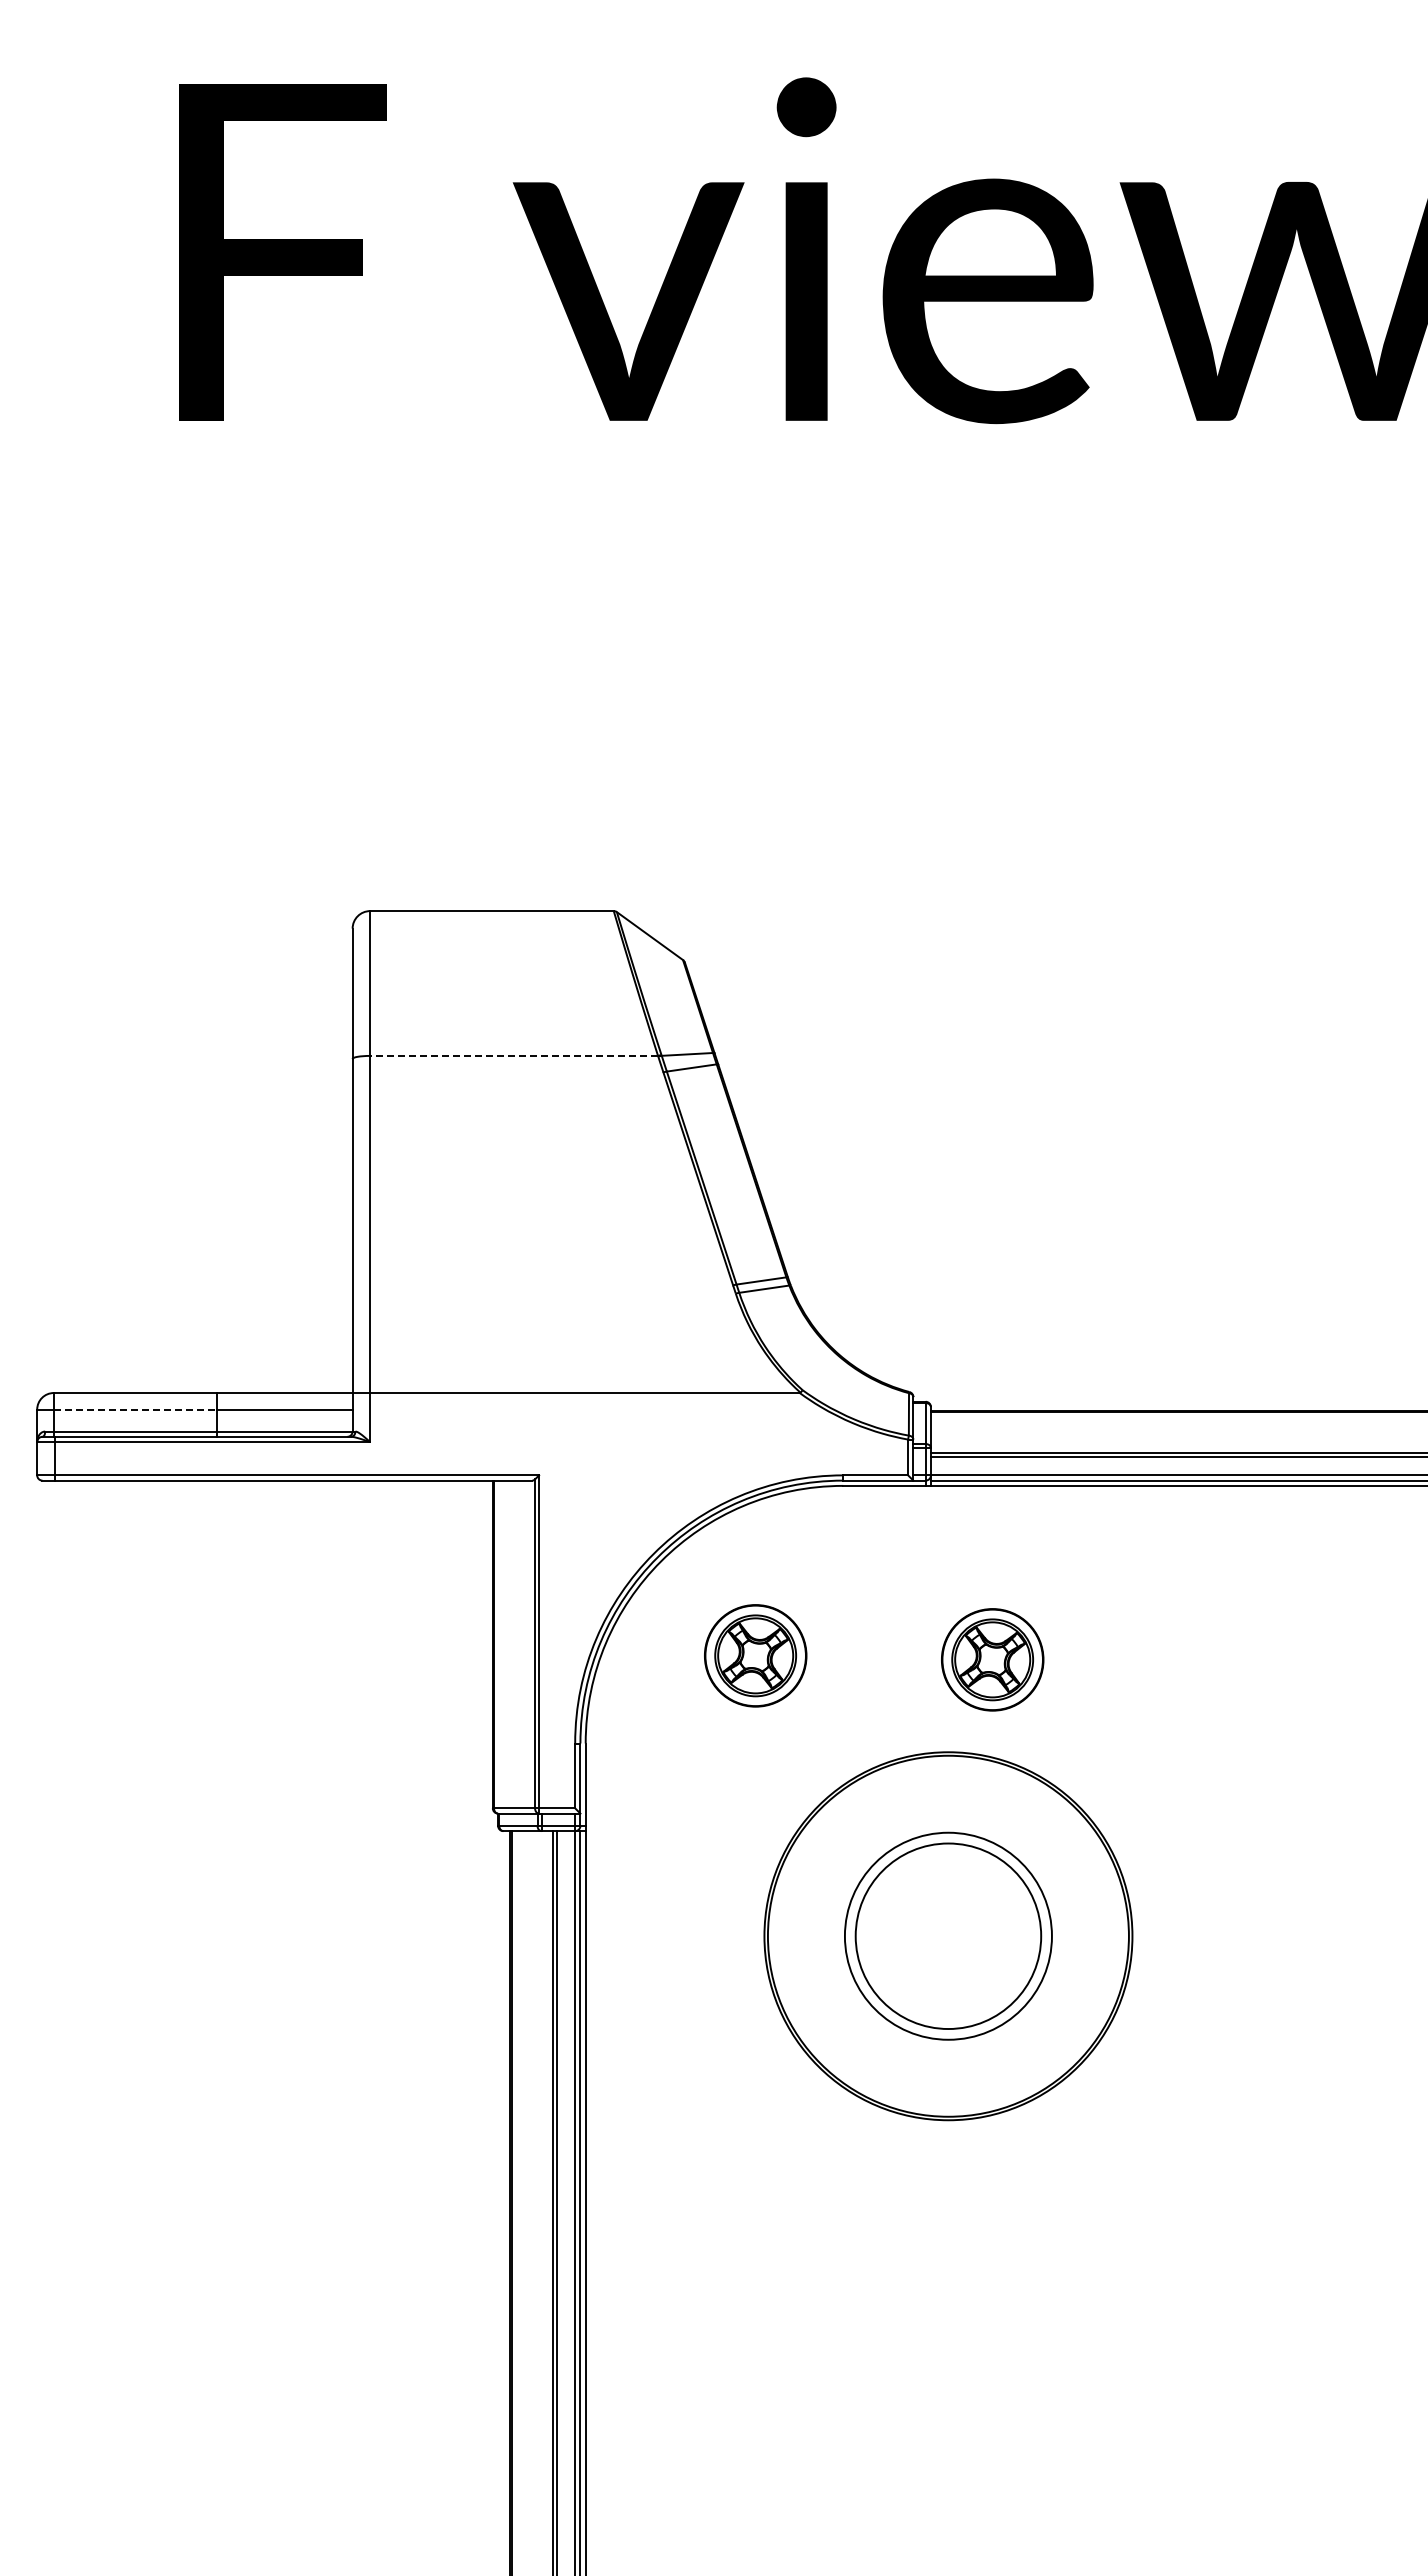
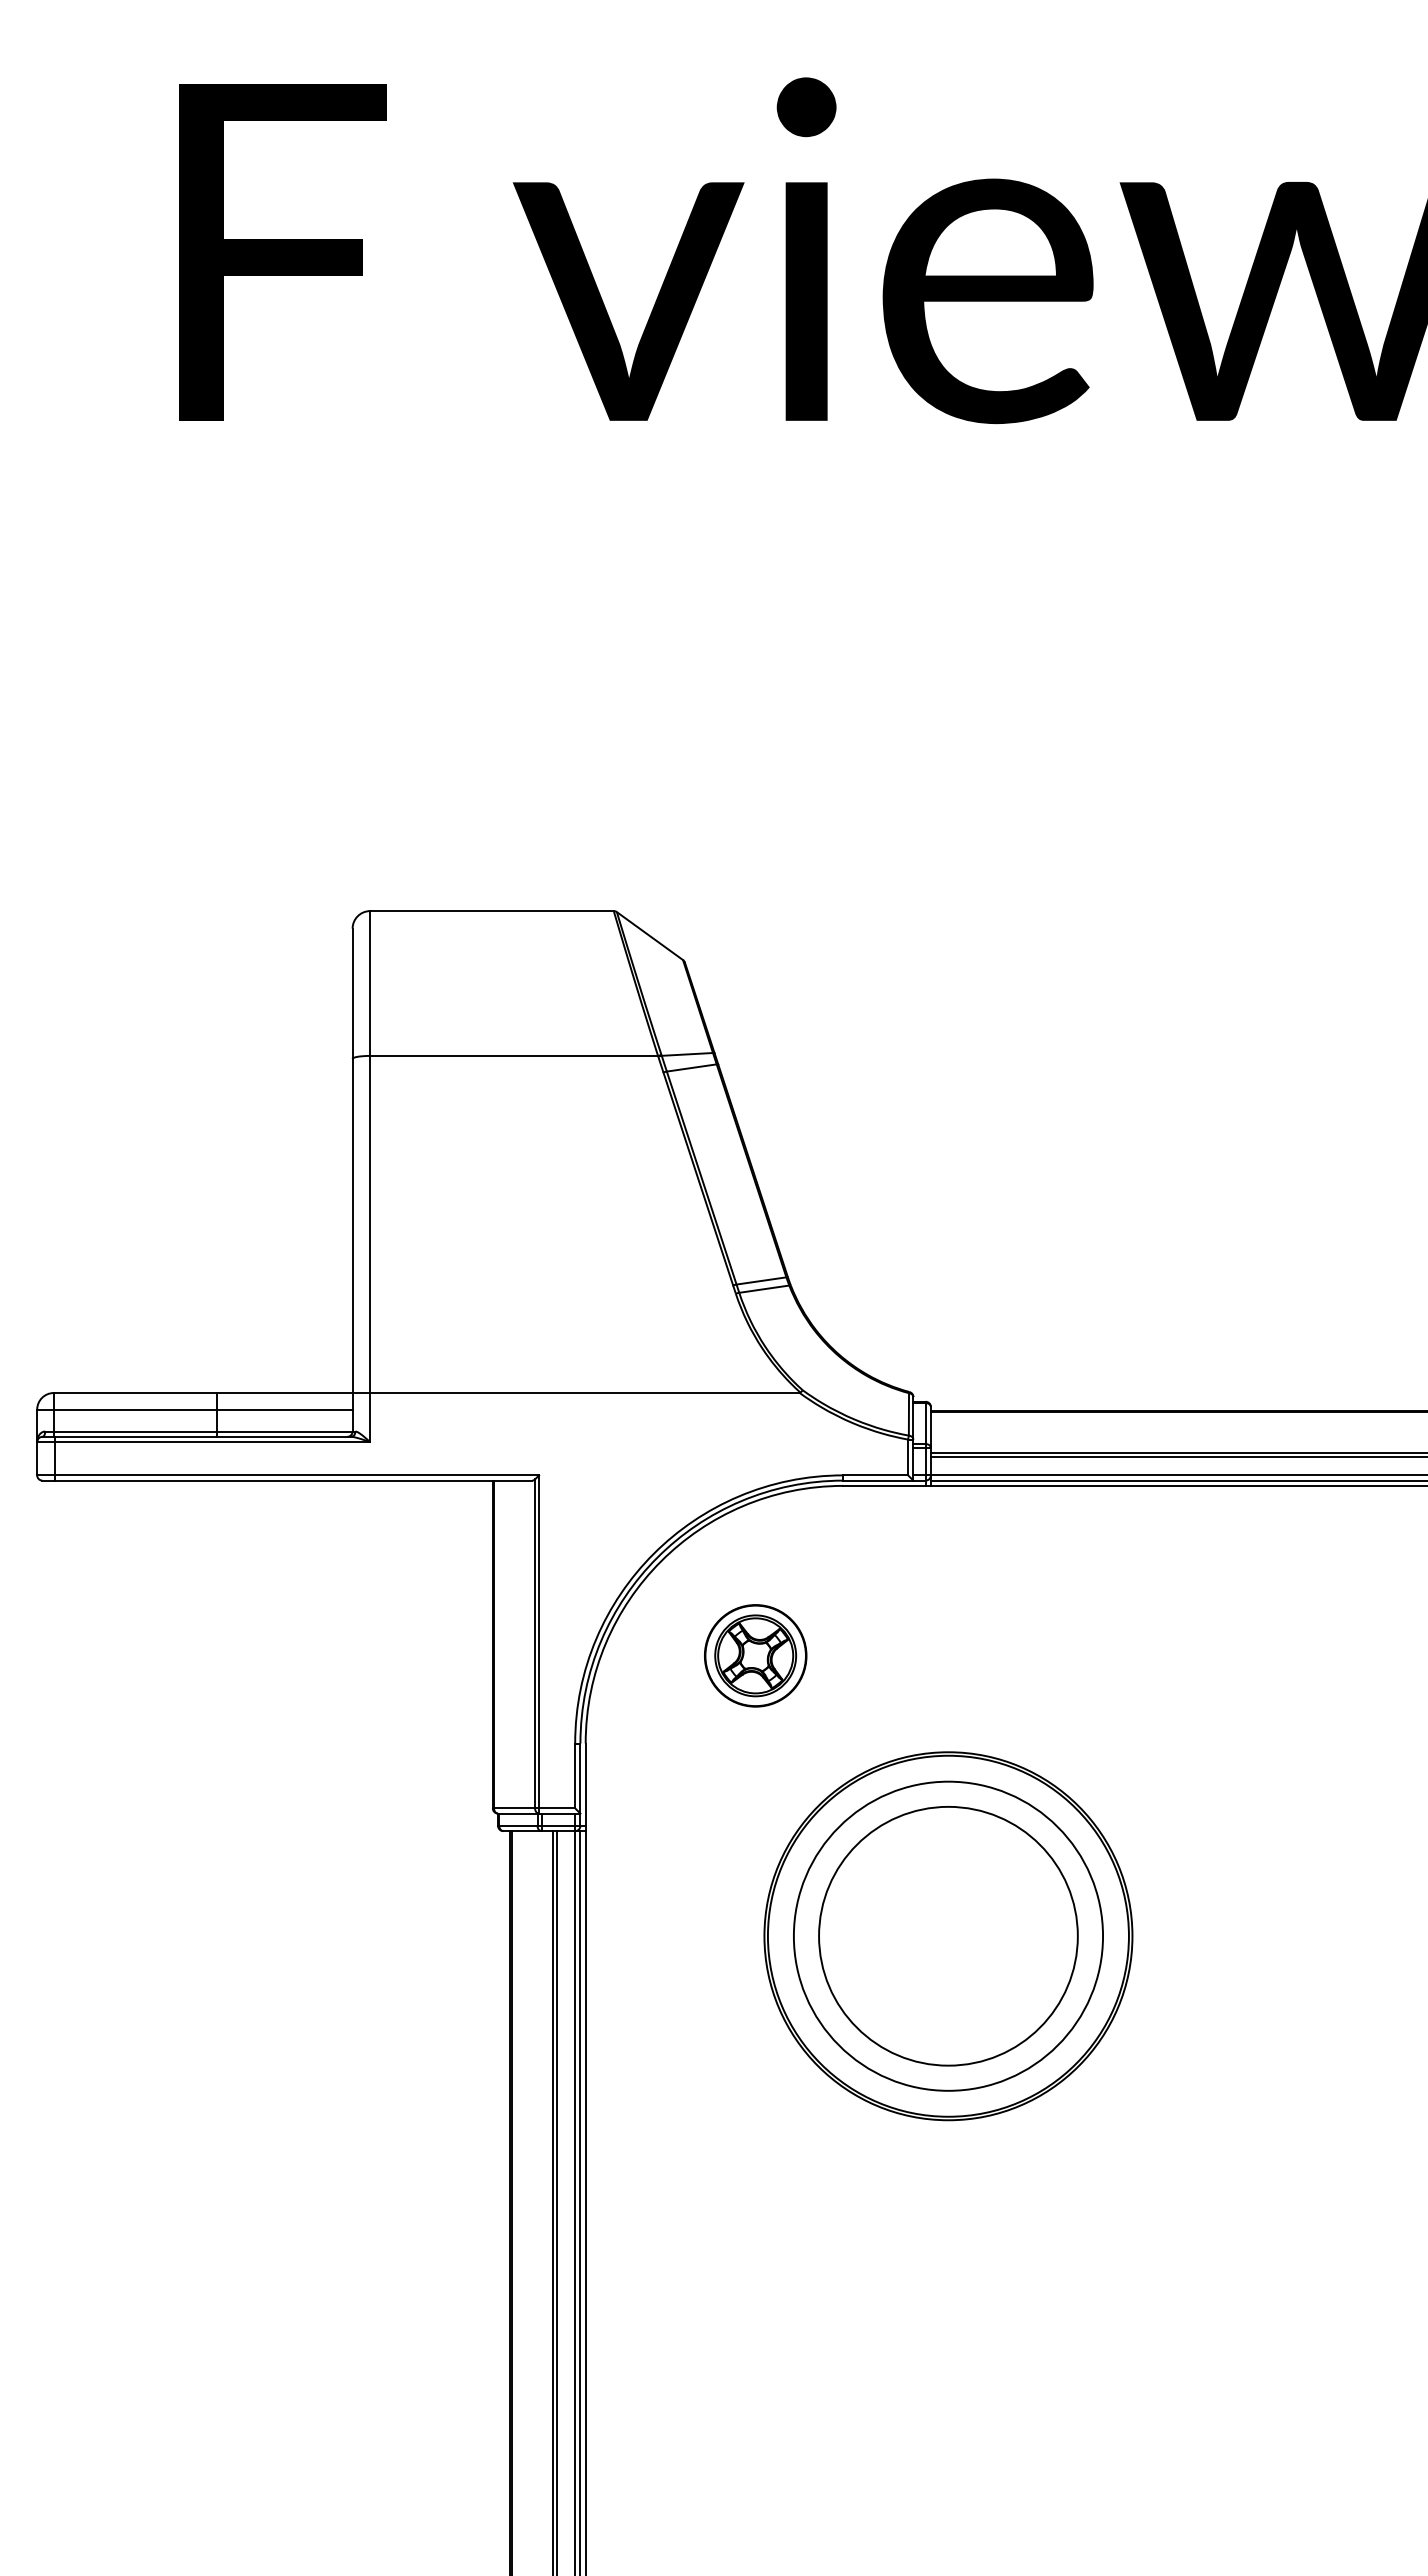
line at (514, 1055): dashed -> solid
line at (135, 1409): dashed -> solid
part at (992, 1659): present -> none
circle at (947, 1935) diameter: 207 px -> 259 px
circle at (948, 1936) diameter: 185 px -> 309 px
